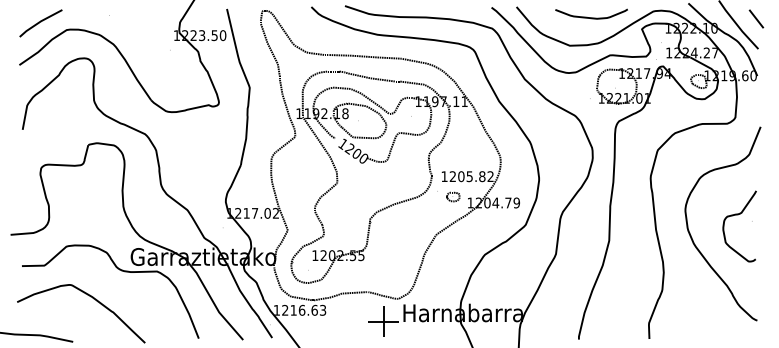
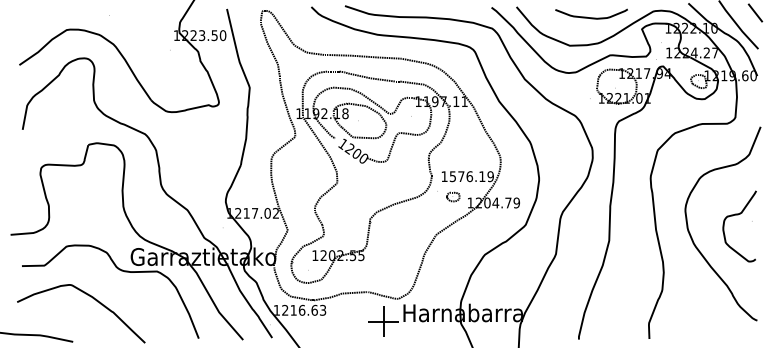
line at (756, 18) position: (756, 18) -> (755, 12)
line at (40, 22): present -> none
text at (471, 176): 1205.82 -> 1576.19
